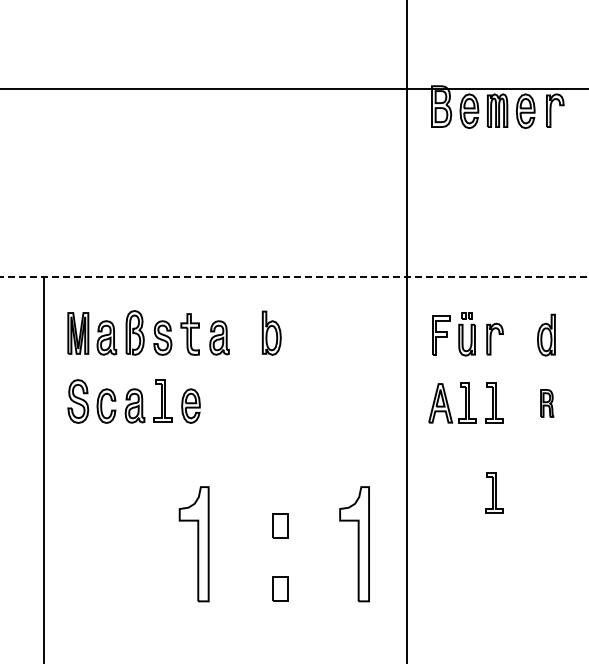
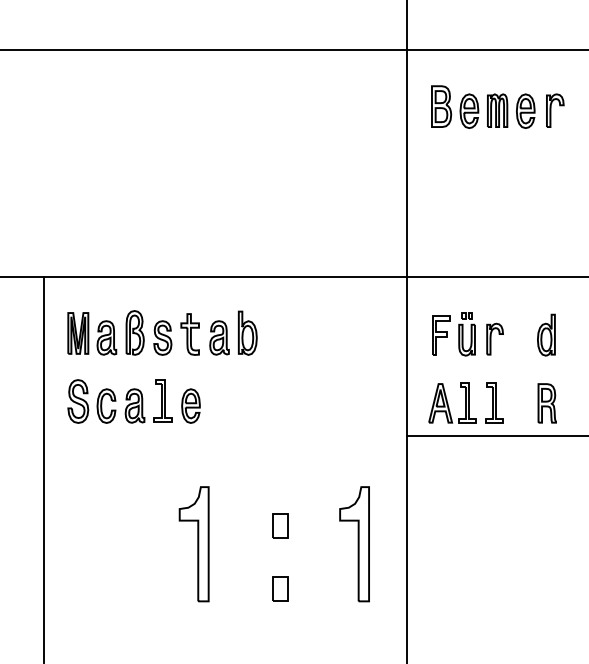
line at (293, 89) position: (293, 89) -> (293, 50)
line at (294, 277): dashed -> solid
part at (271, 332) position: (271, 332) -> (247, 332)
part at (547, 403) size: 15x29 px -> 20x41 px
line at (495, 435): none -> present
part at (494, 492): present -> none
